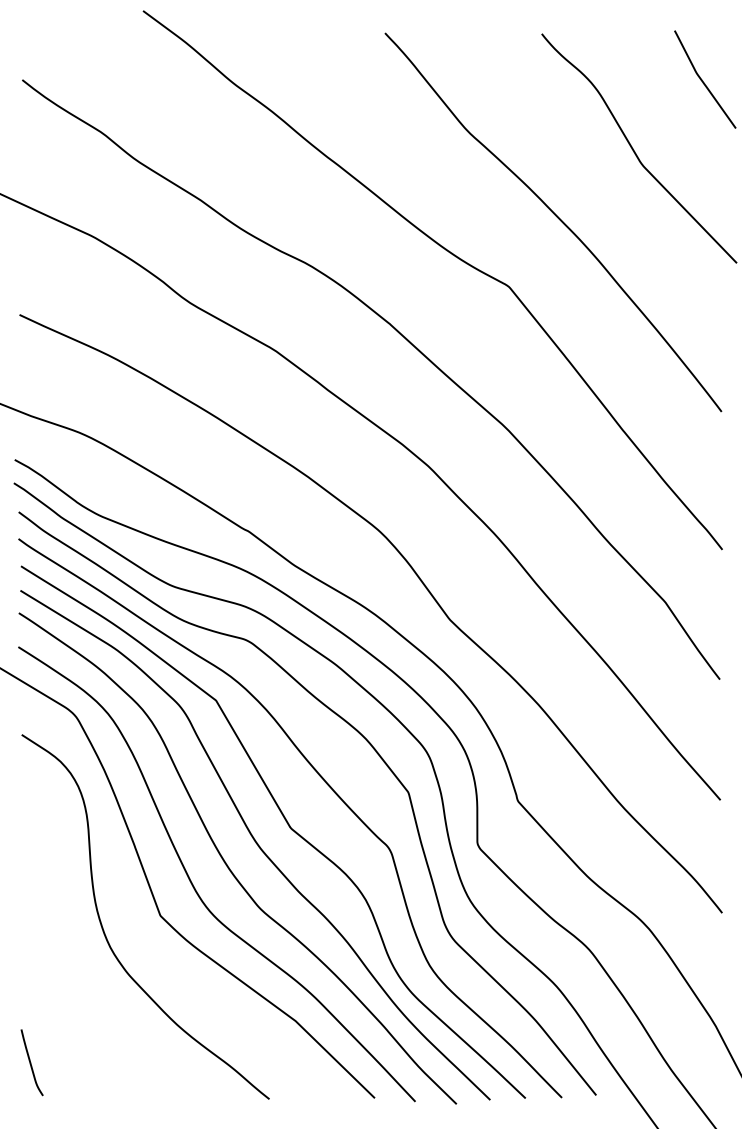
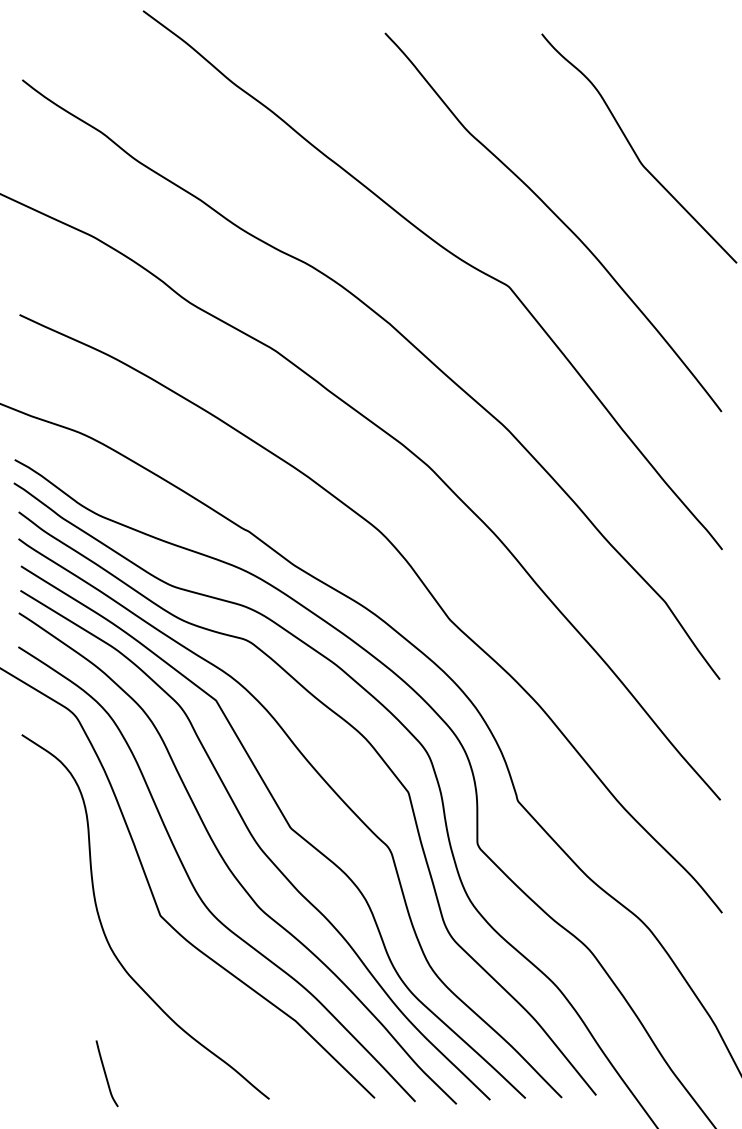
curve at (703, 81): present -> none
curve at (31, 1062) position: (31, 1062) -> (106, 1073)
